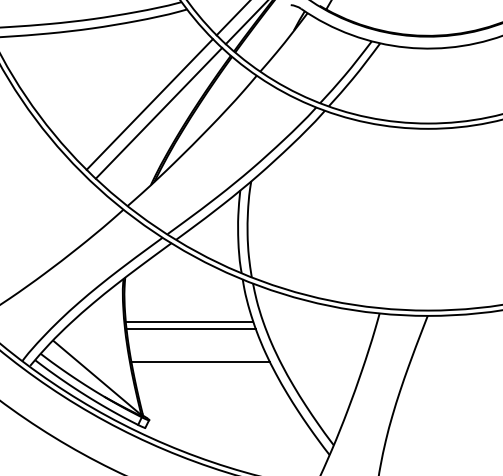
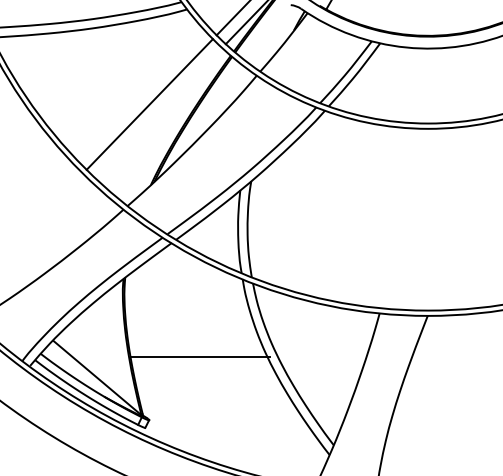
line at (158, 113): present -> none
line at (189, 321): present -> none
line at (190, 328): present -> none
line at (200, 362) position: (200, 362) -> (200, 357)
